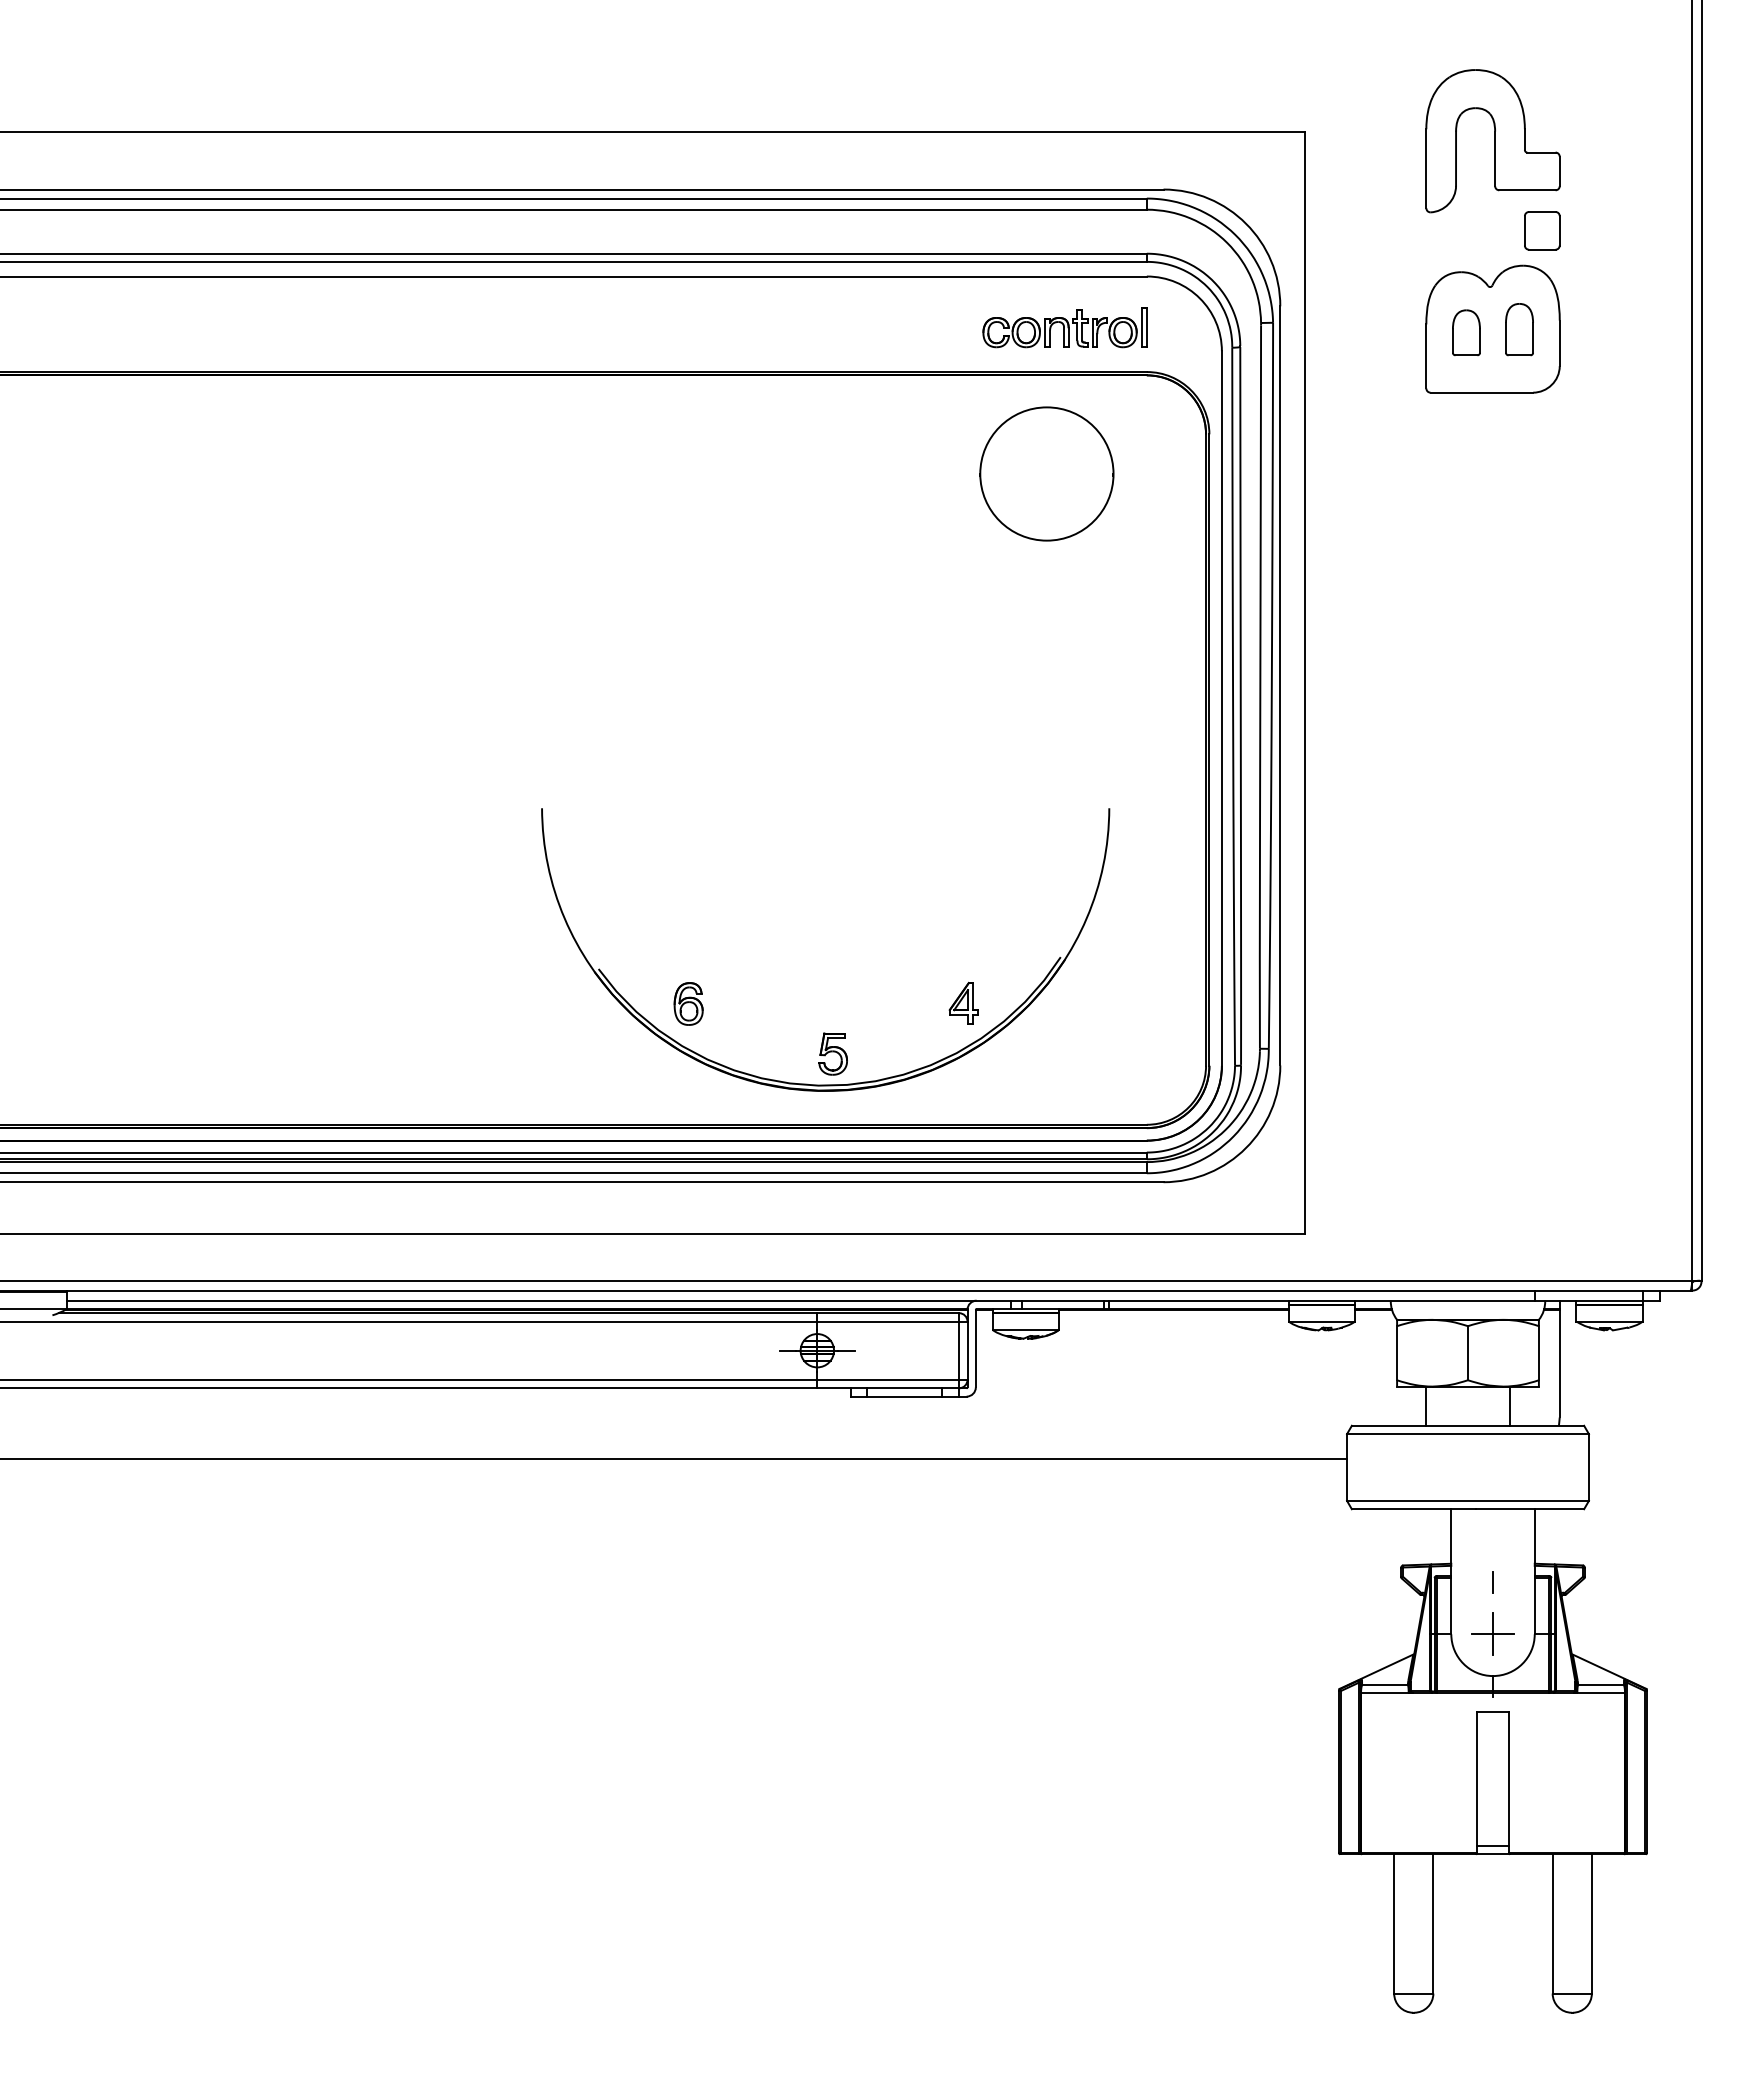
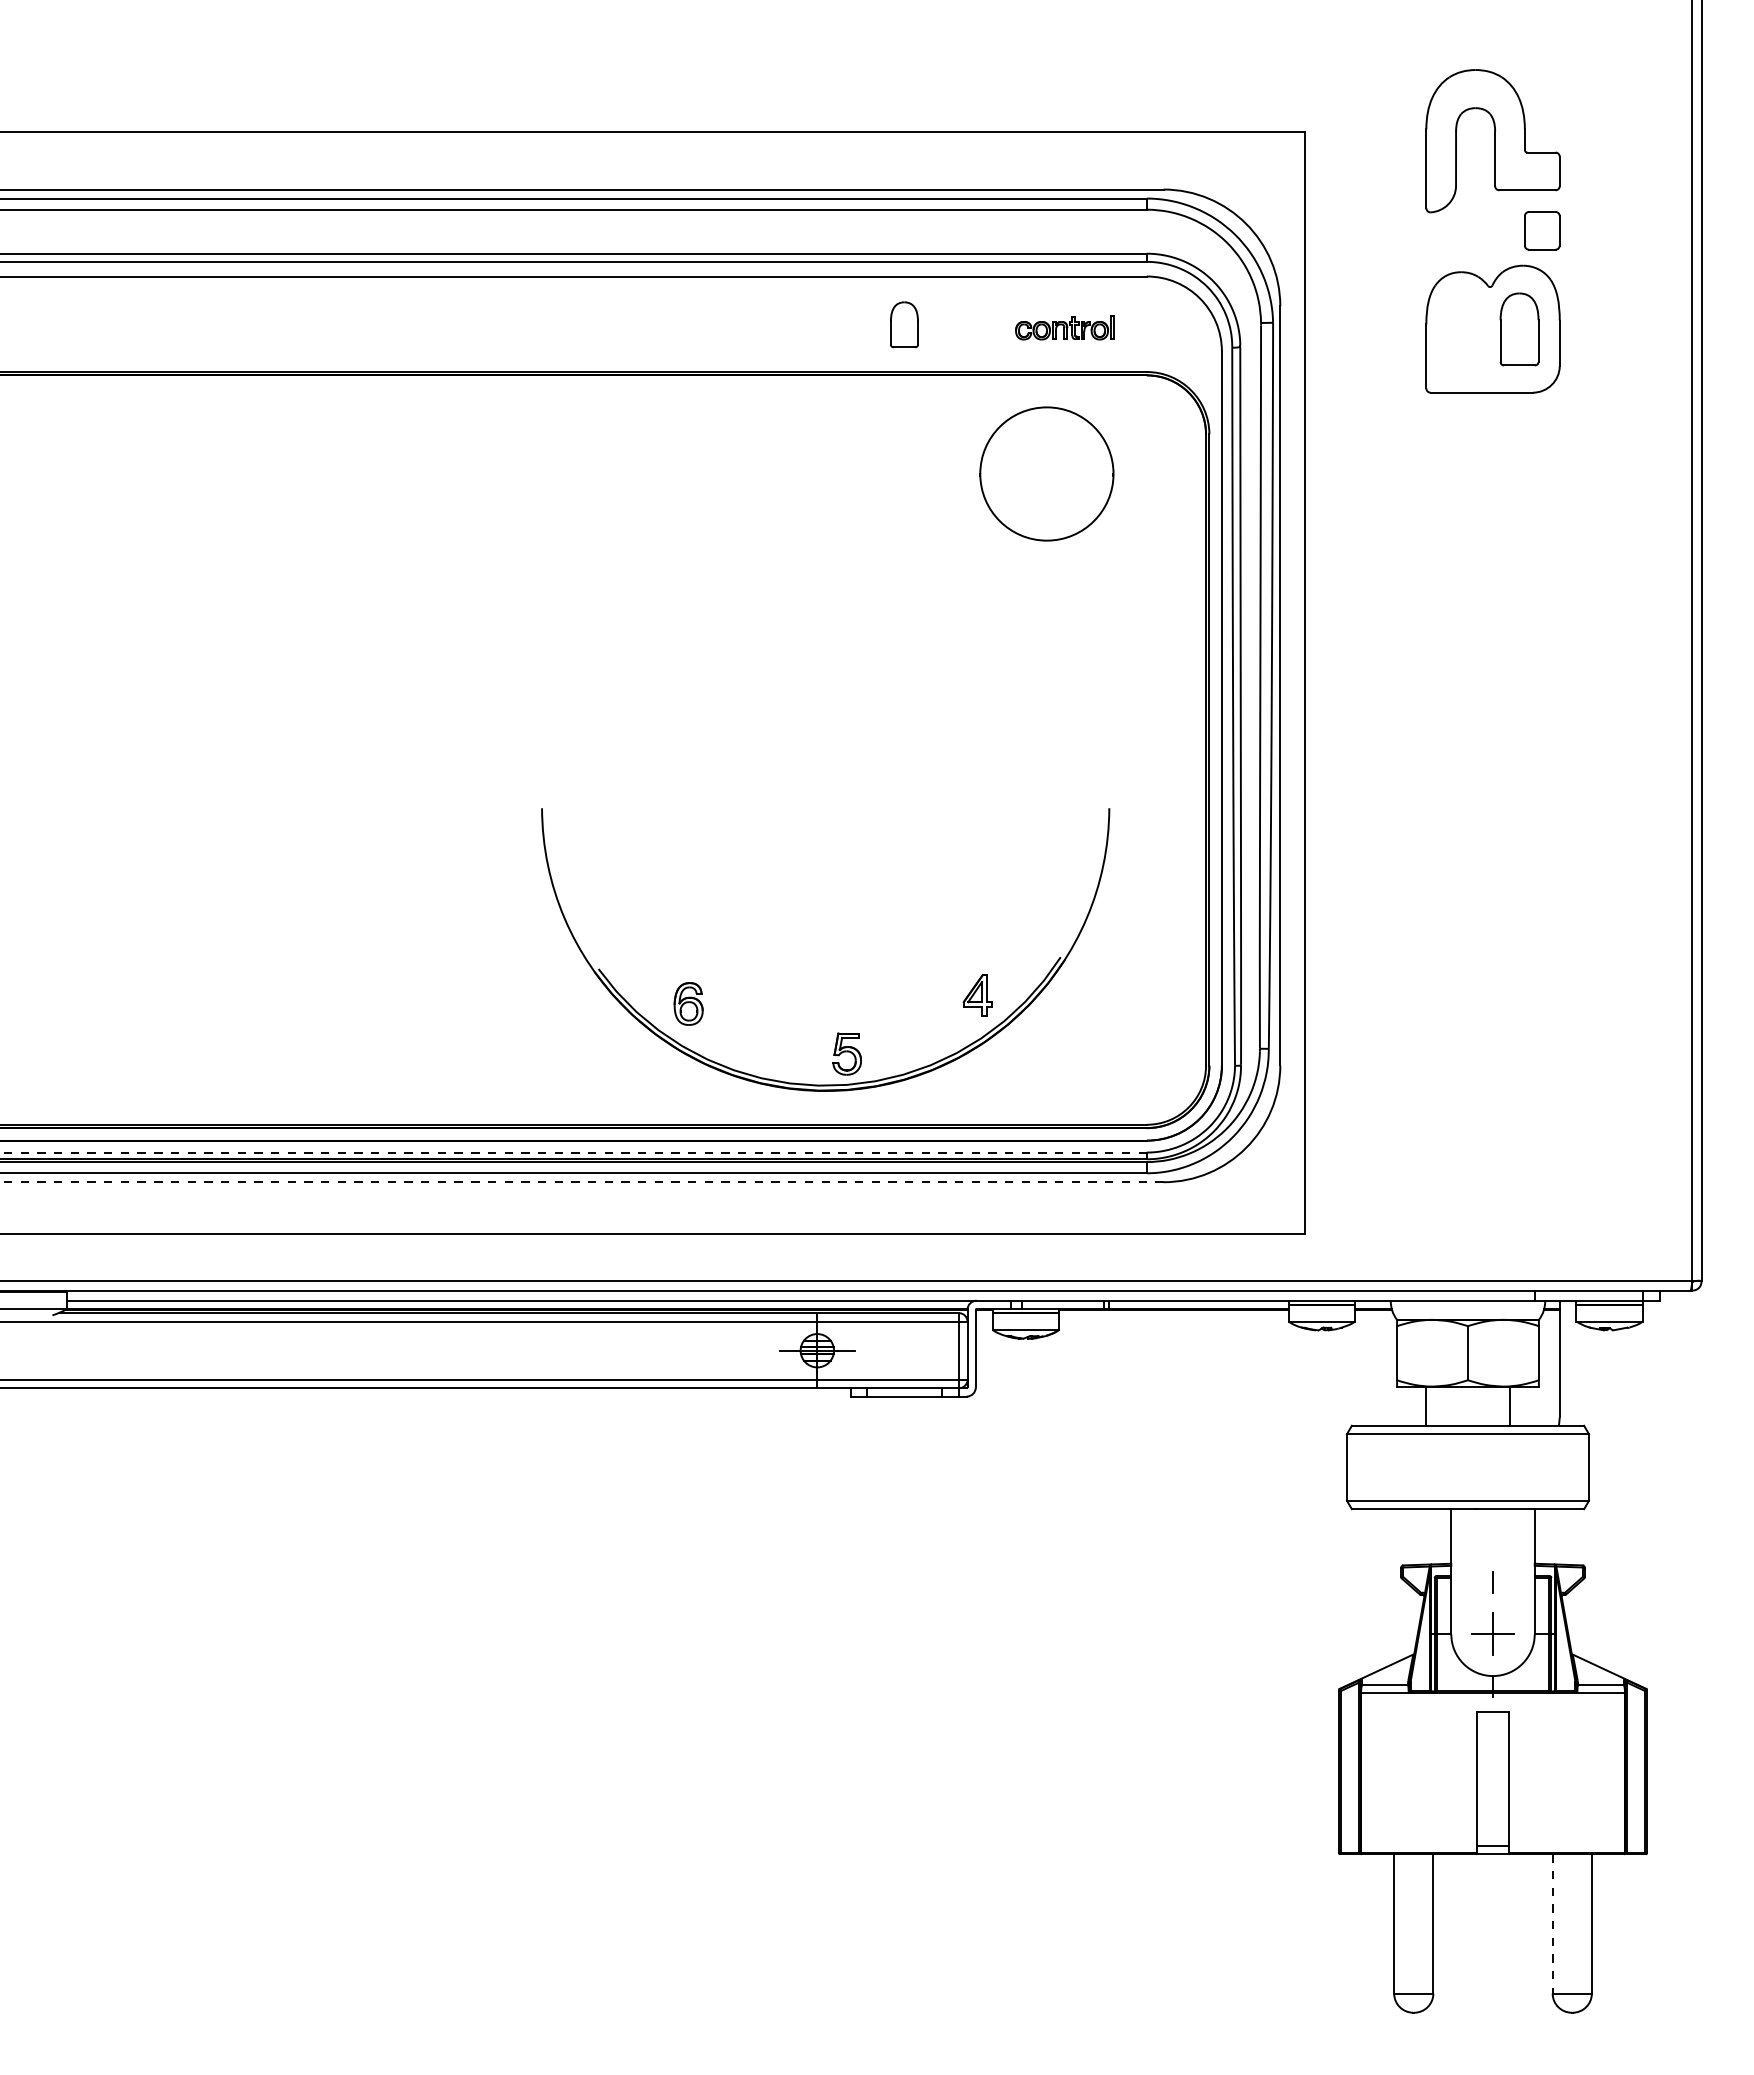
part at (1064, 327) size: 166x42 px -> 100x26 px
part at (1519, 329) size: 29x54 px -> 41x75 px
part at (1466, 332) position: (1466, 332) -> (904, 324)
part at (963, 1002) position: (963, 1002) -> (977, 994)
part at (832, 1053) position: (832, 1053) -> (846, 1053)
line at (574, 1152): solid -> dashed
line at (581, 1182): solid -> dashed
line at (674, 1459): present -> none
line at (1552, 1923): solid -> dashed
